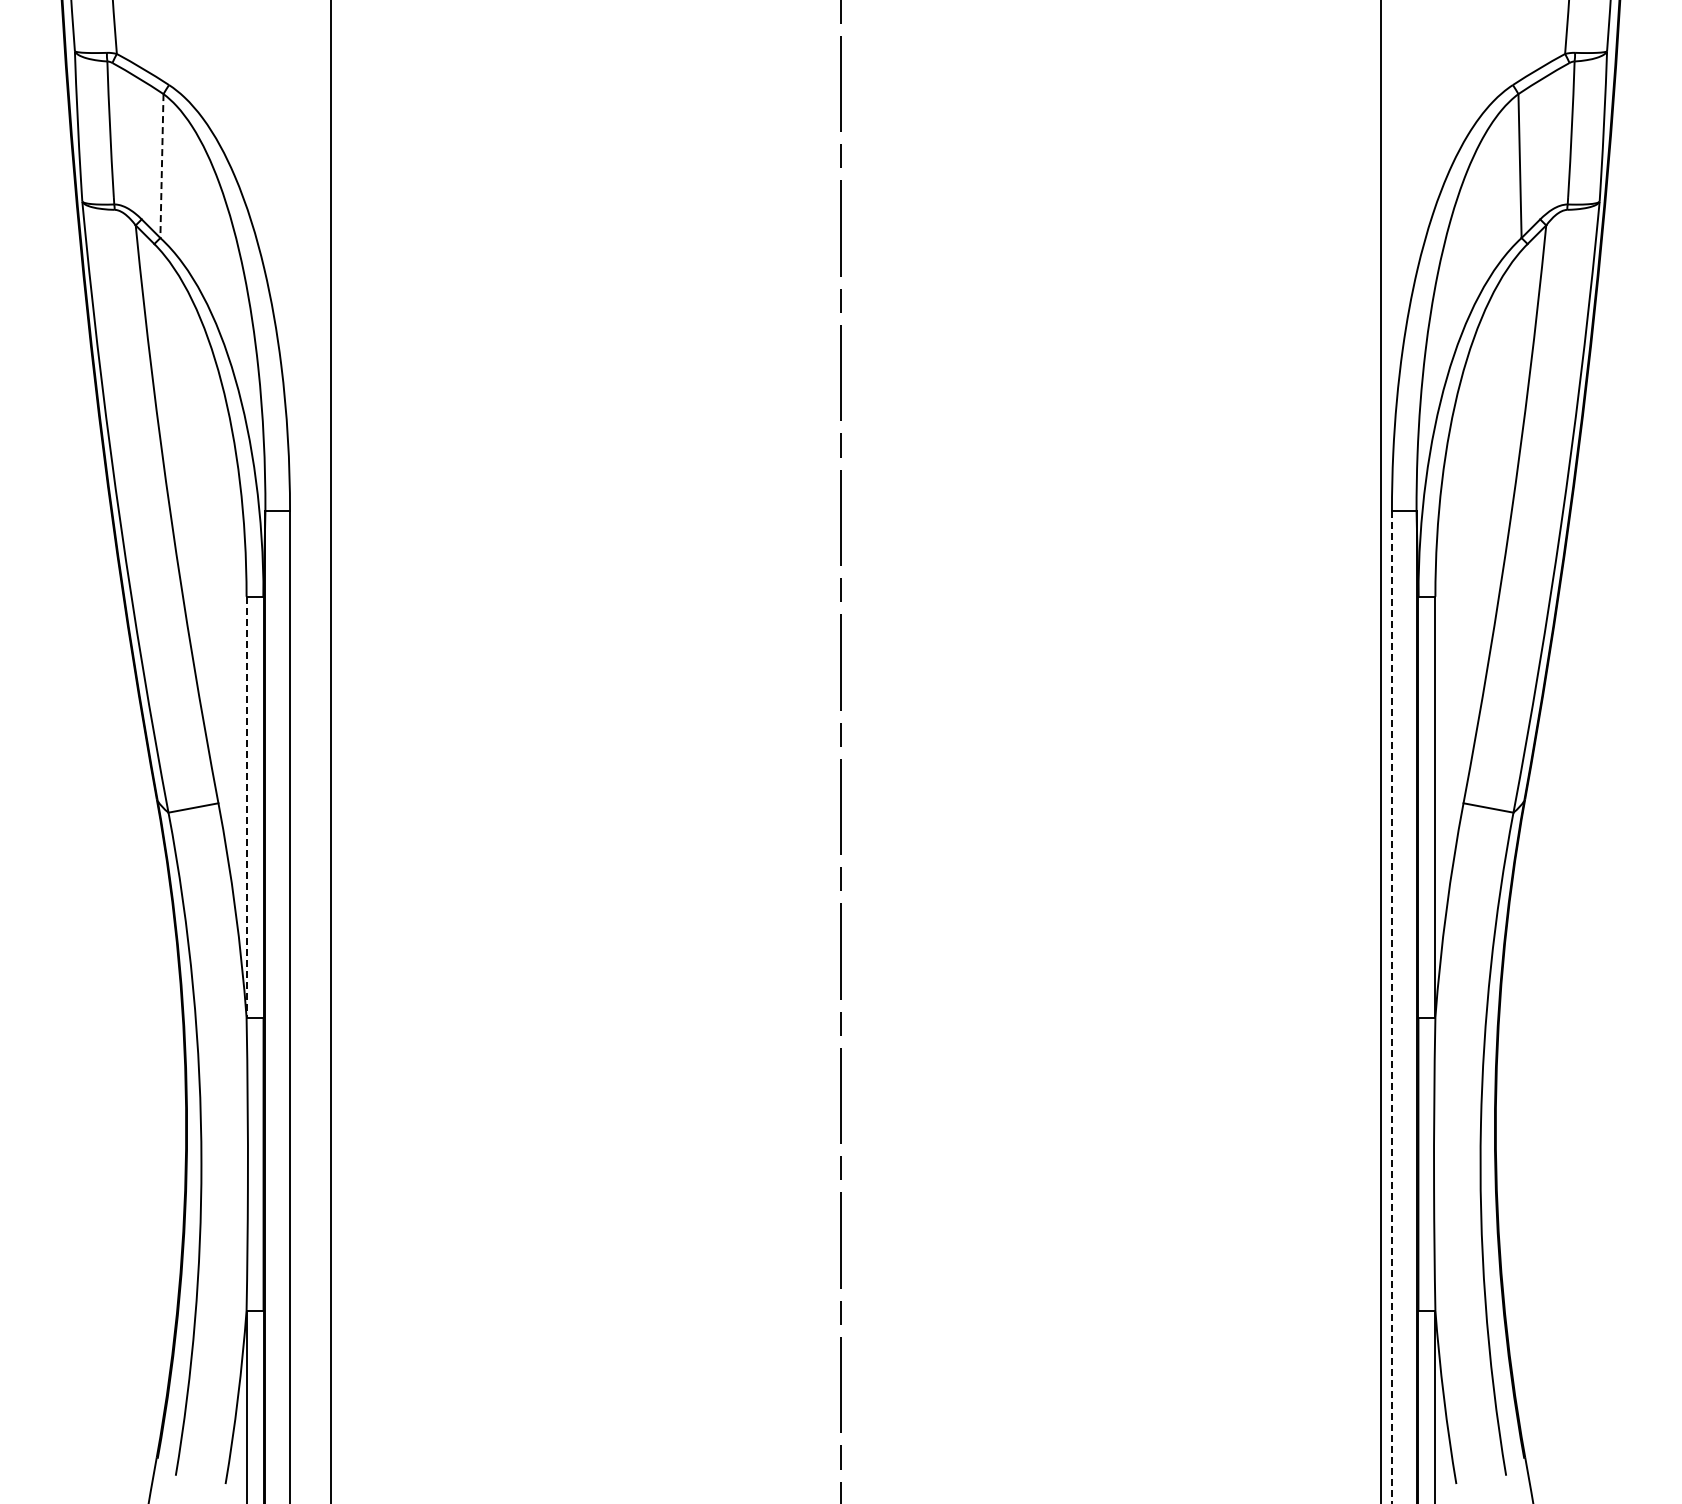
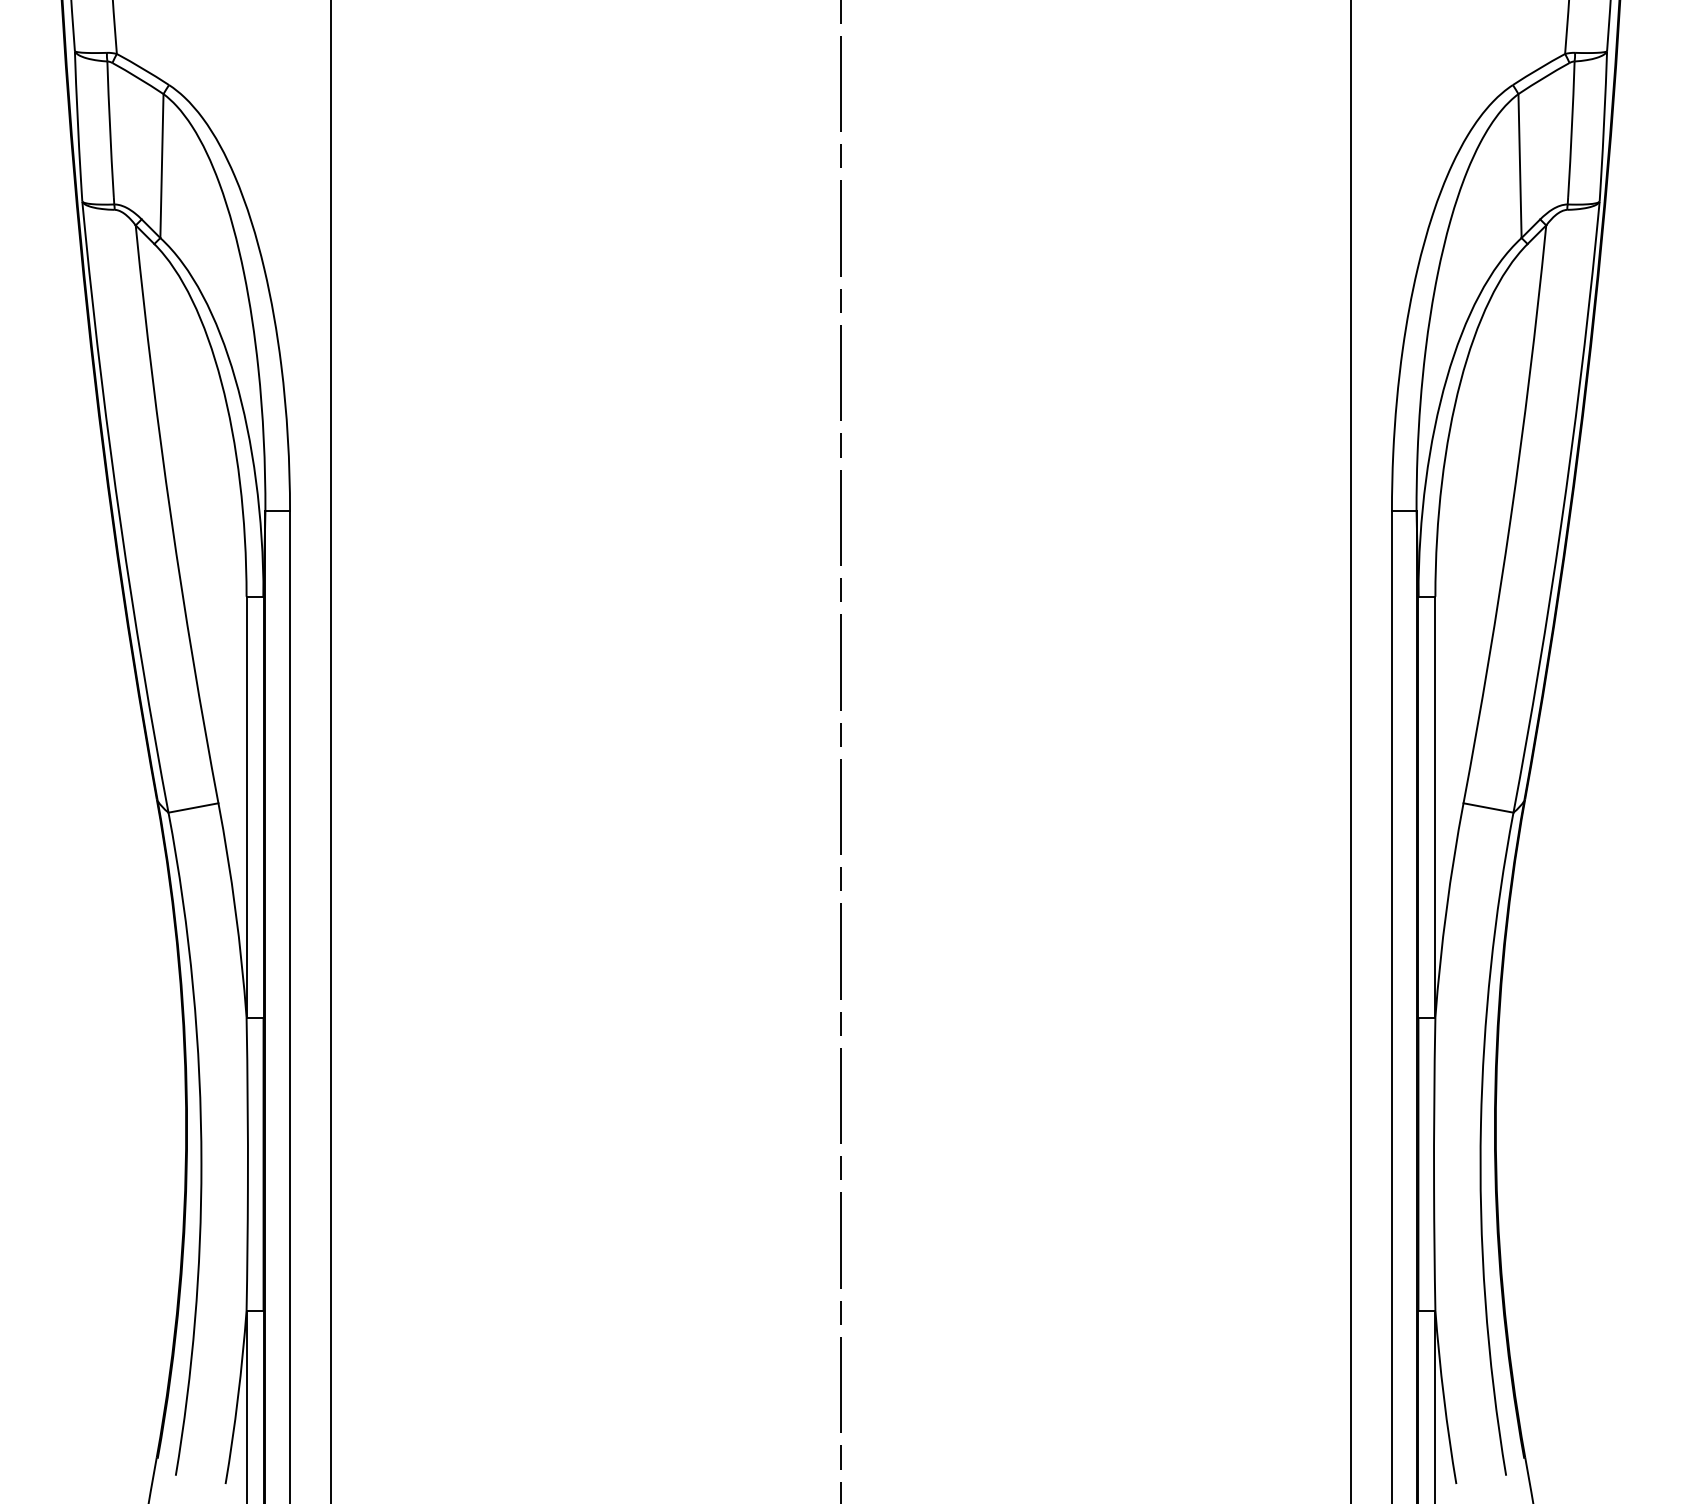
line at (161, 166): dashed -> solid
line at (1381, 751) position: (1381, 751) -> (1351, 751)
line at (246, 807): dashed -> solid
line at (1391, 1007): dashed -> solid
